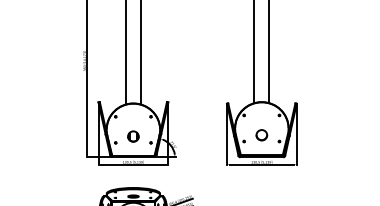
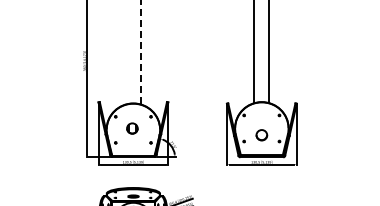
line at (140, 51): solid -> dashed
line at (125, 53): present -> none
part at (133, 136) position: (133, 136) -> (132, 128)
